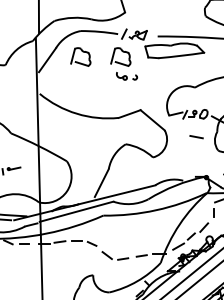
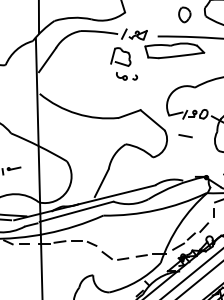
part at (184, 14): none -> present
part at (80, 56): present -> none
line at (196, 137) position: (196, 137) -> (185, 136)
